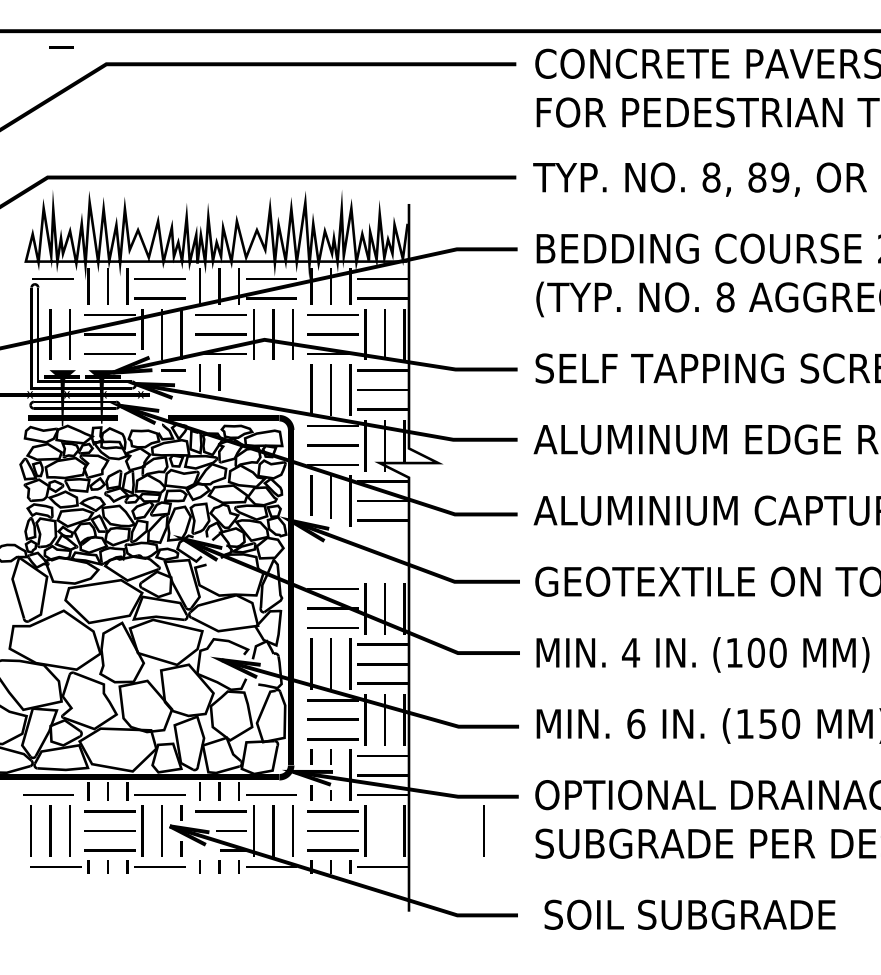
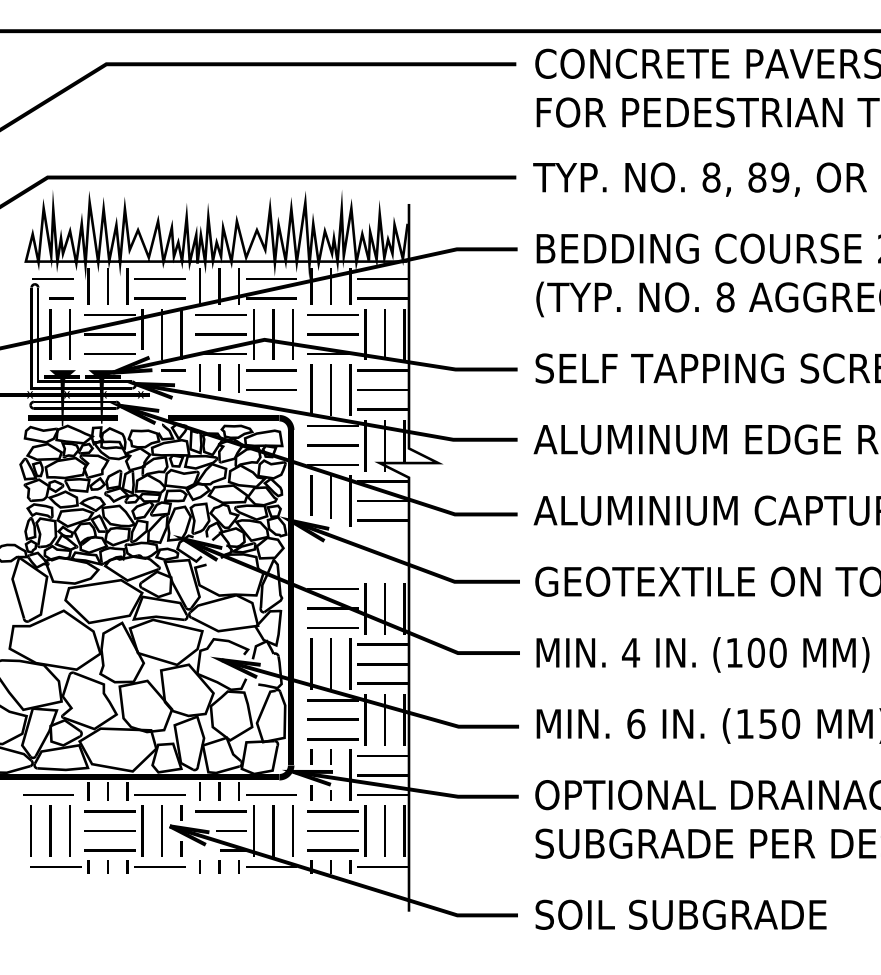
line at (61, 47) position: (61, 47) -> (61, 298)
part at (267, 371): none -> present
line at (483, 830) position: (483, 830) -> (384, 830)
text at (689, 914) position: (689, 914) -> (680, 914)
